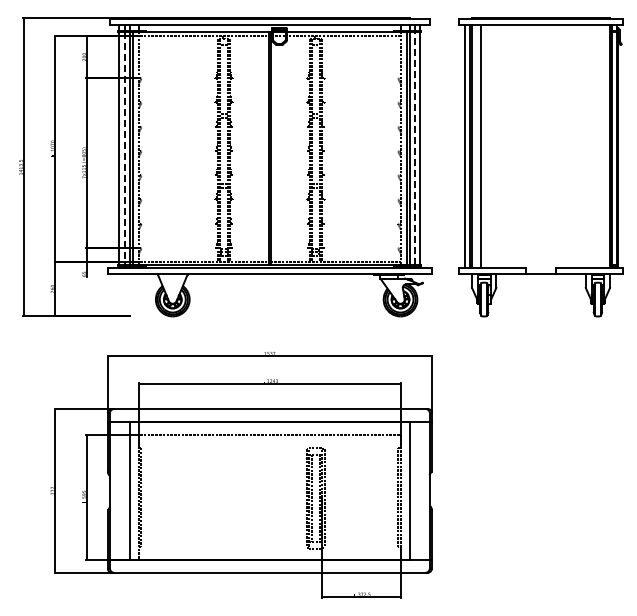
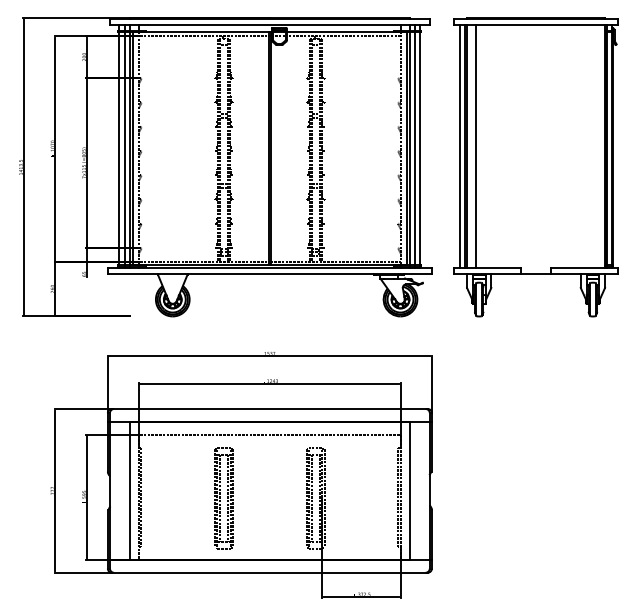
line at (124, 148): dashed -> solid
line at (415, 148): dashed -> solid
part at (540, 167) position: (540, 167) -> (535, 167)
part at (223, 498): none -> present
